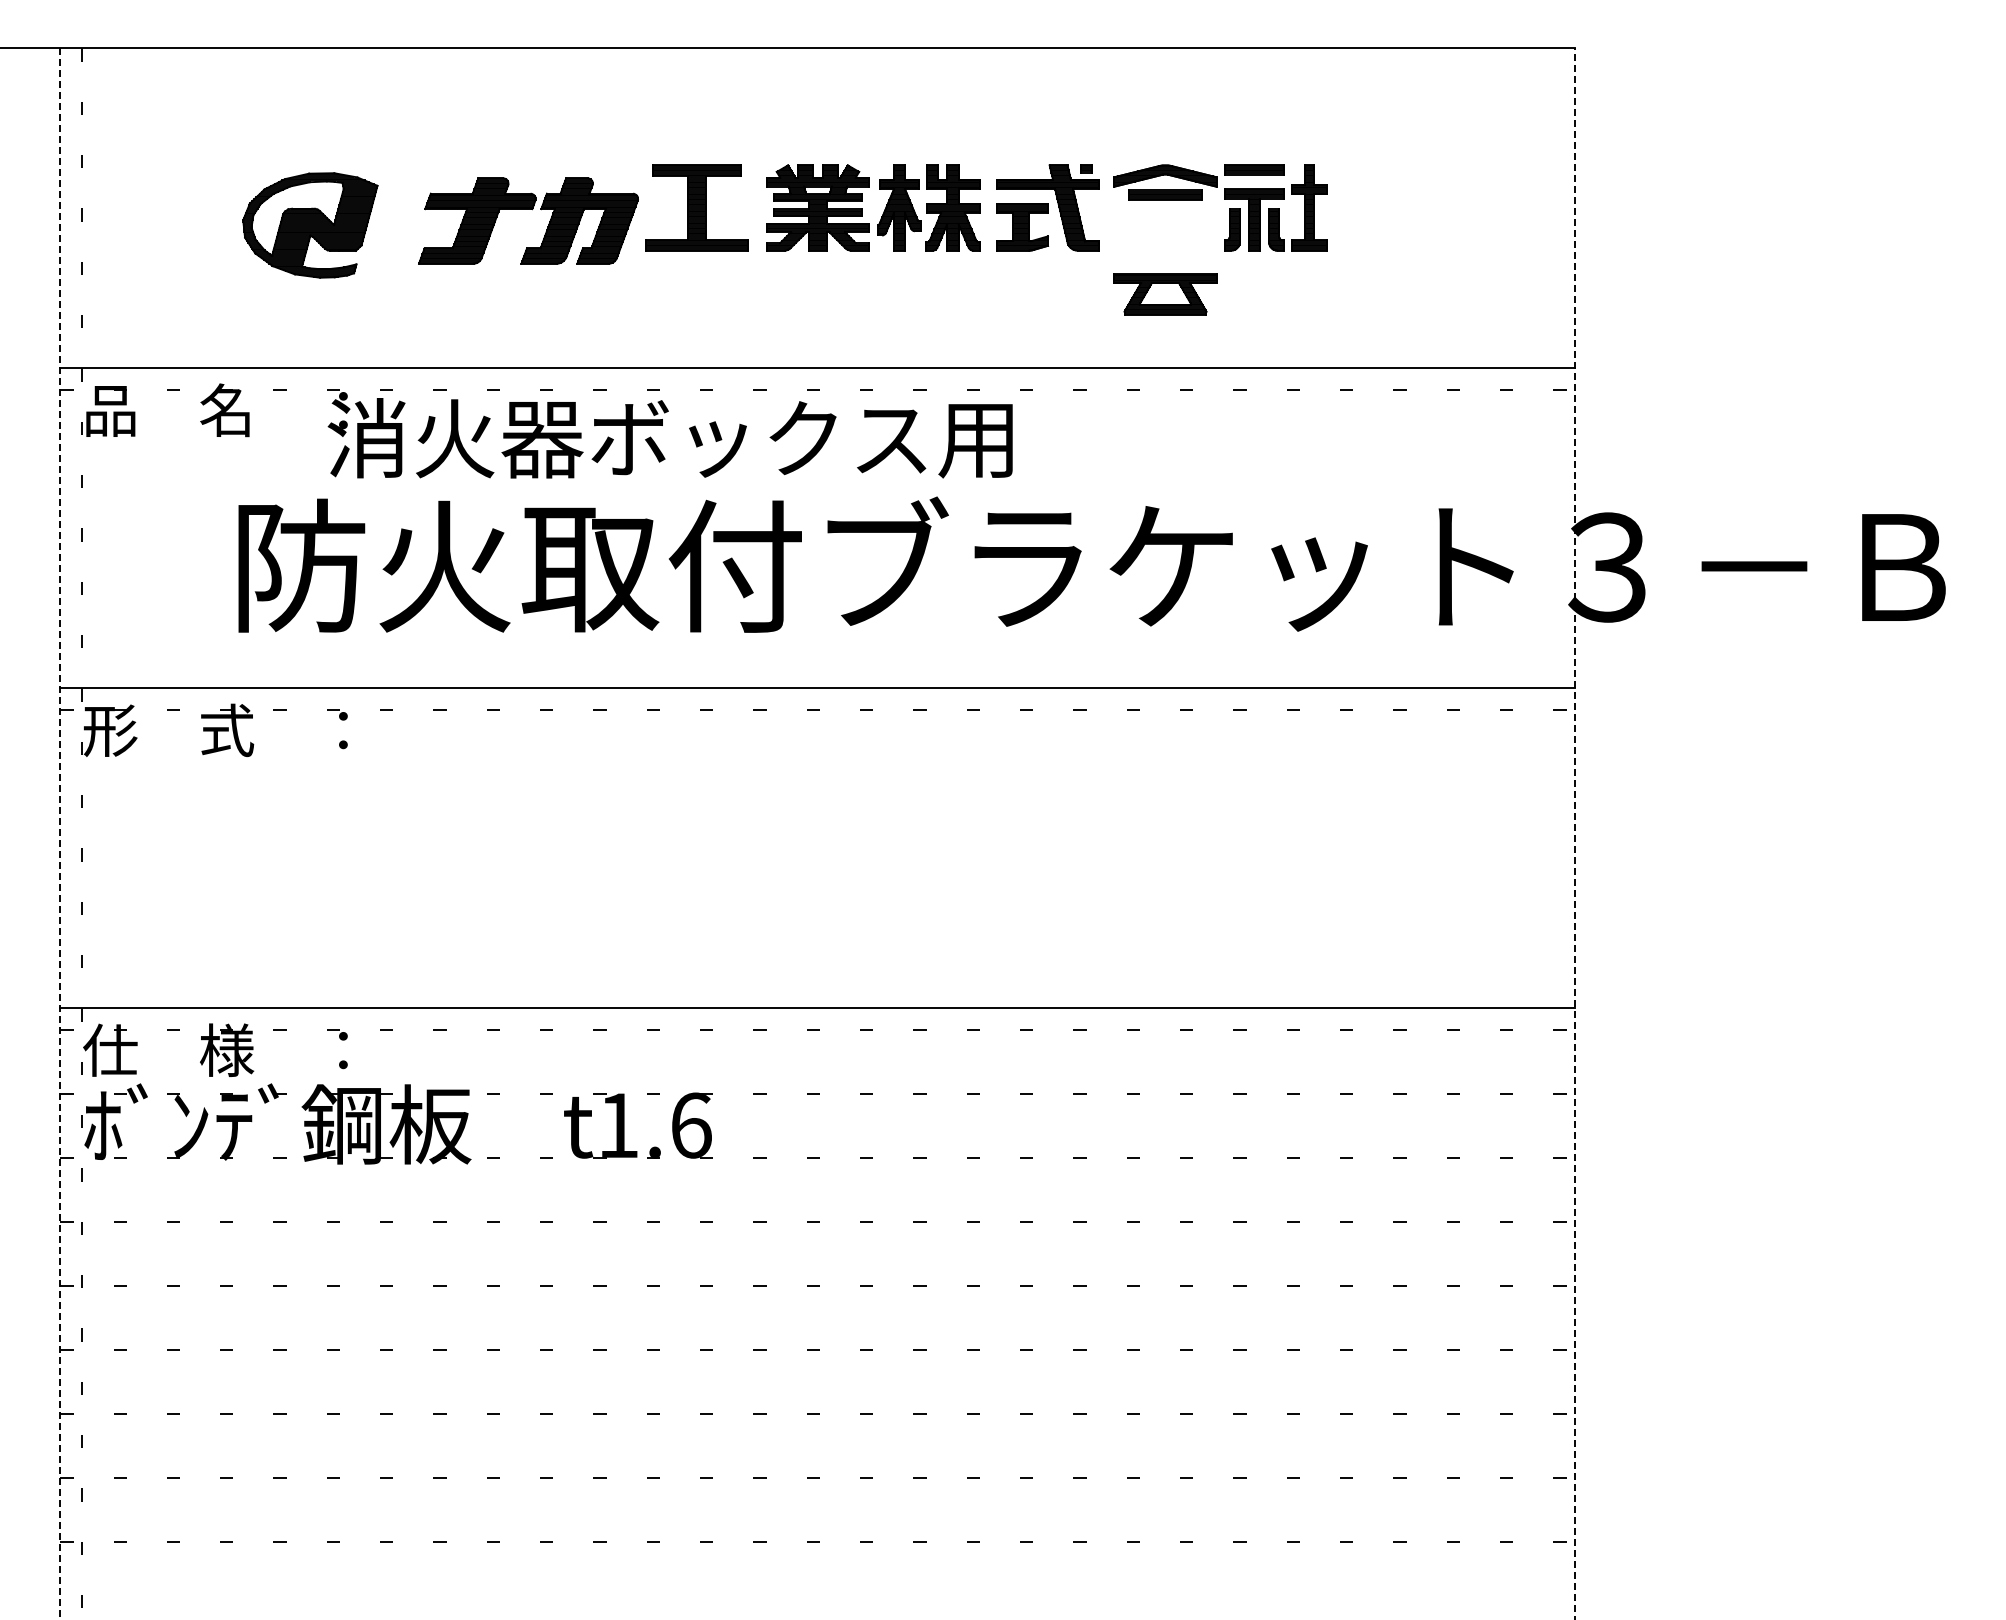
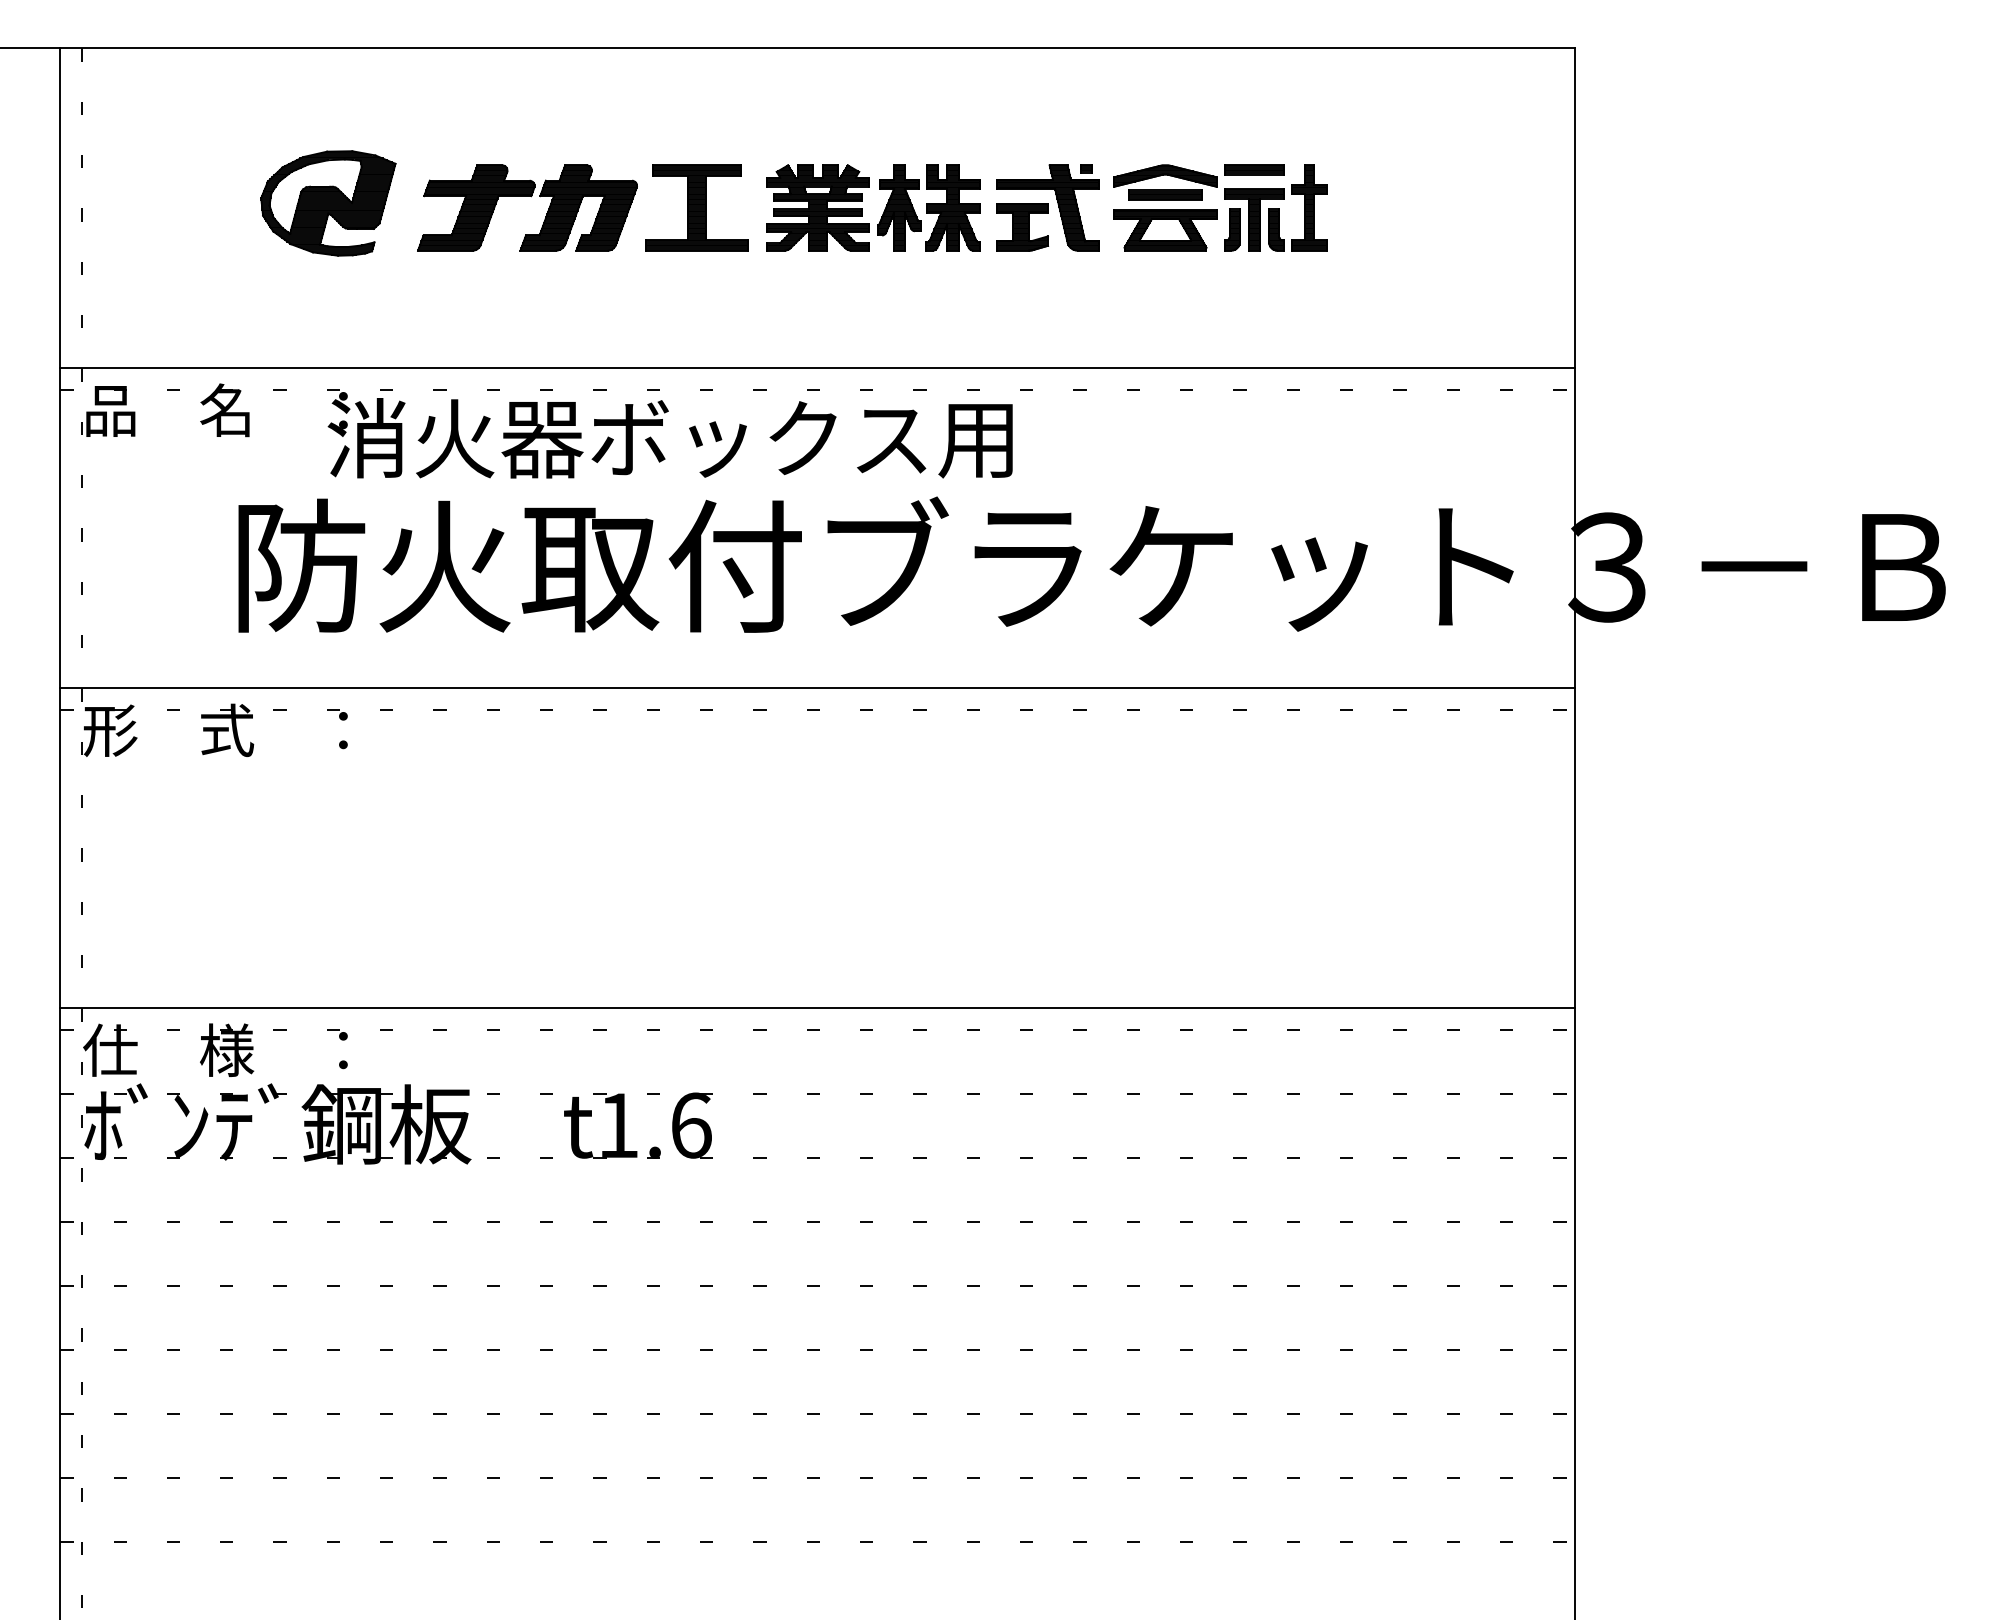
part at (532, 210) position: (532, 210) -> (531, 197)
part at (310, 225) position: (310, 225) -> (328, 203)
part at (1165, 294) position: (1165, 294) -> (1165, 230)
line at (1574, 833): dashed -> solid
line at (60, 834): dashed -> solid
